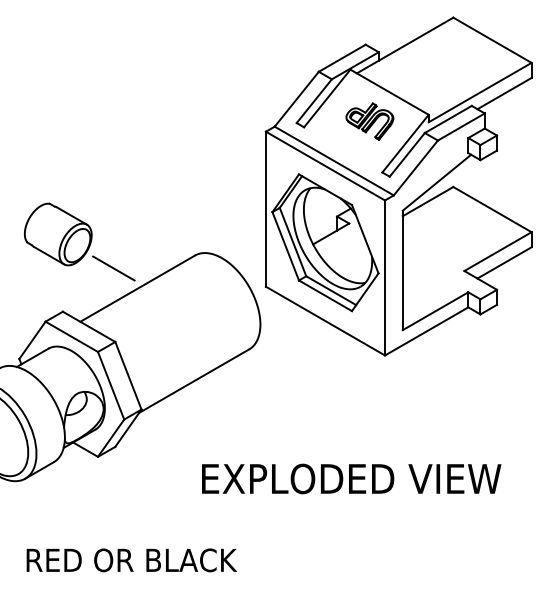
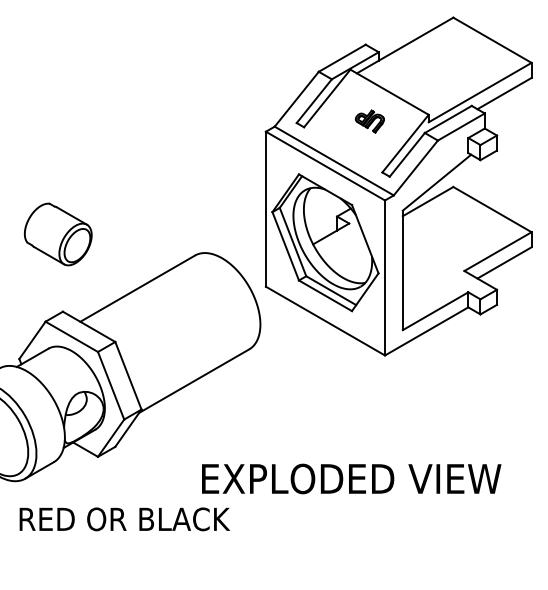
part at (369, 121) size: 50x39 px -> 30x25 px
line at (113, 268): present -> none
text at (131, 560) position: (131, 560) -> (124, 519)
